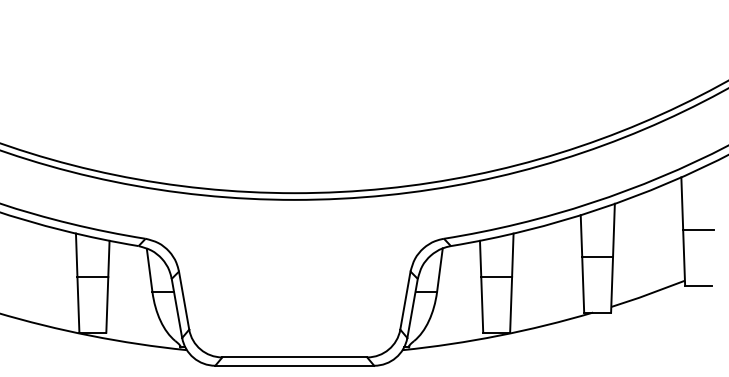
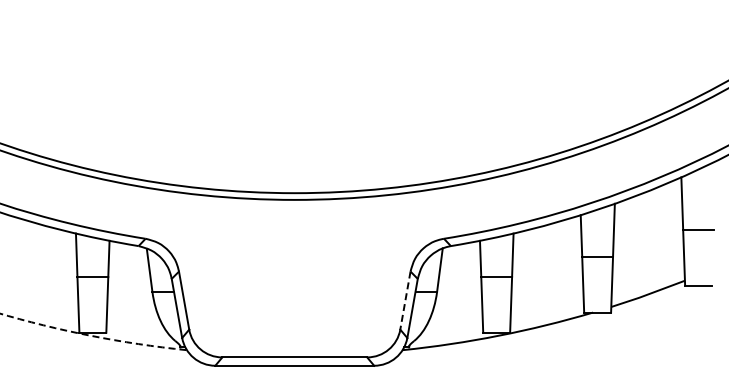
line at (405, 301): solid -> dashed
arc at (92, 336): solid -> dashed
